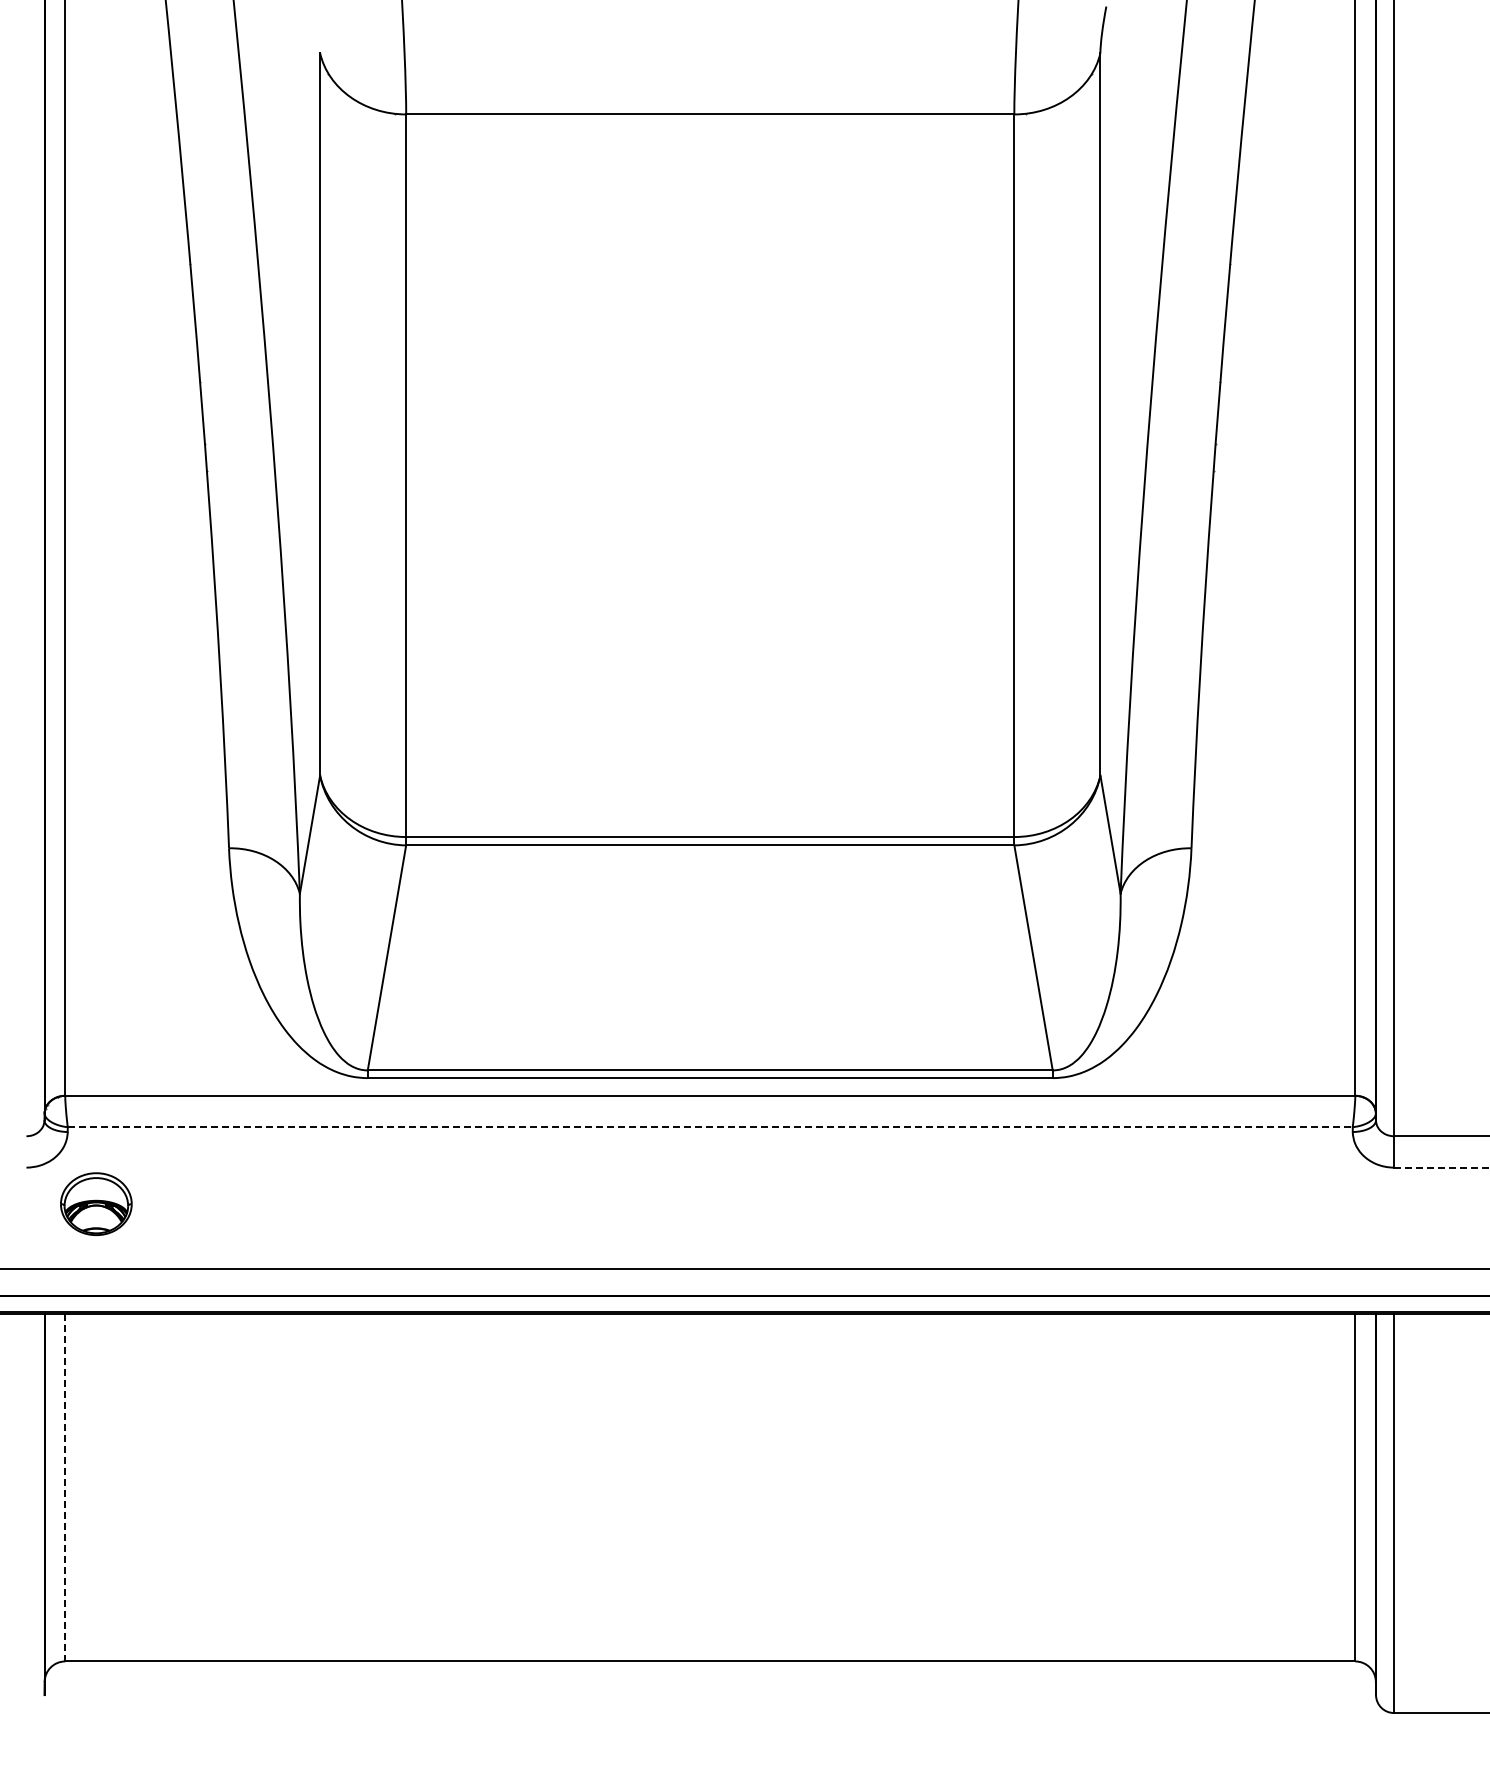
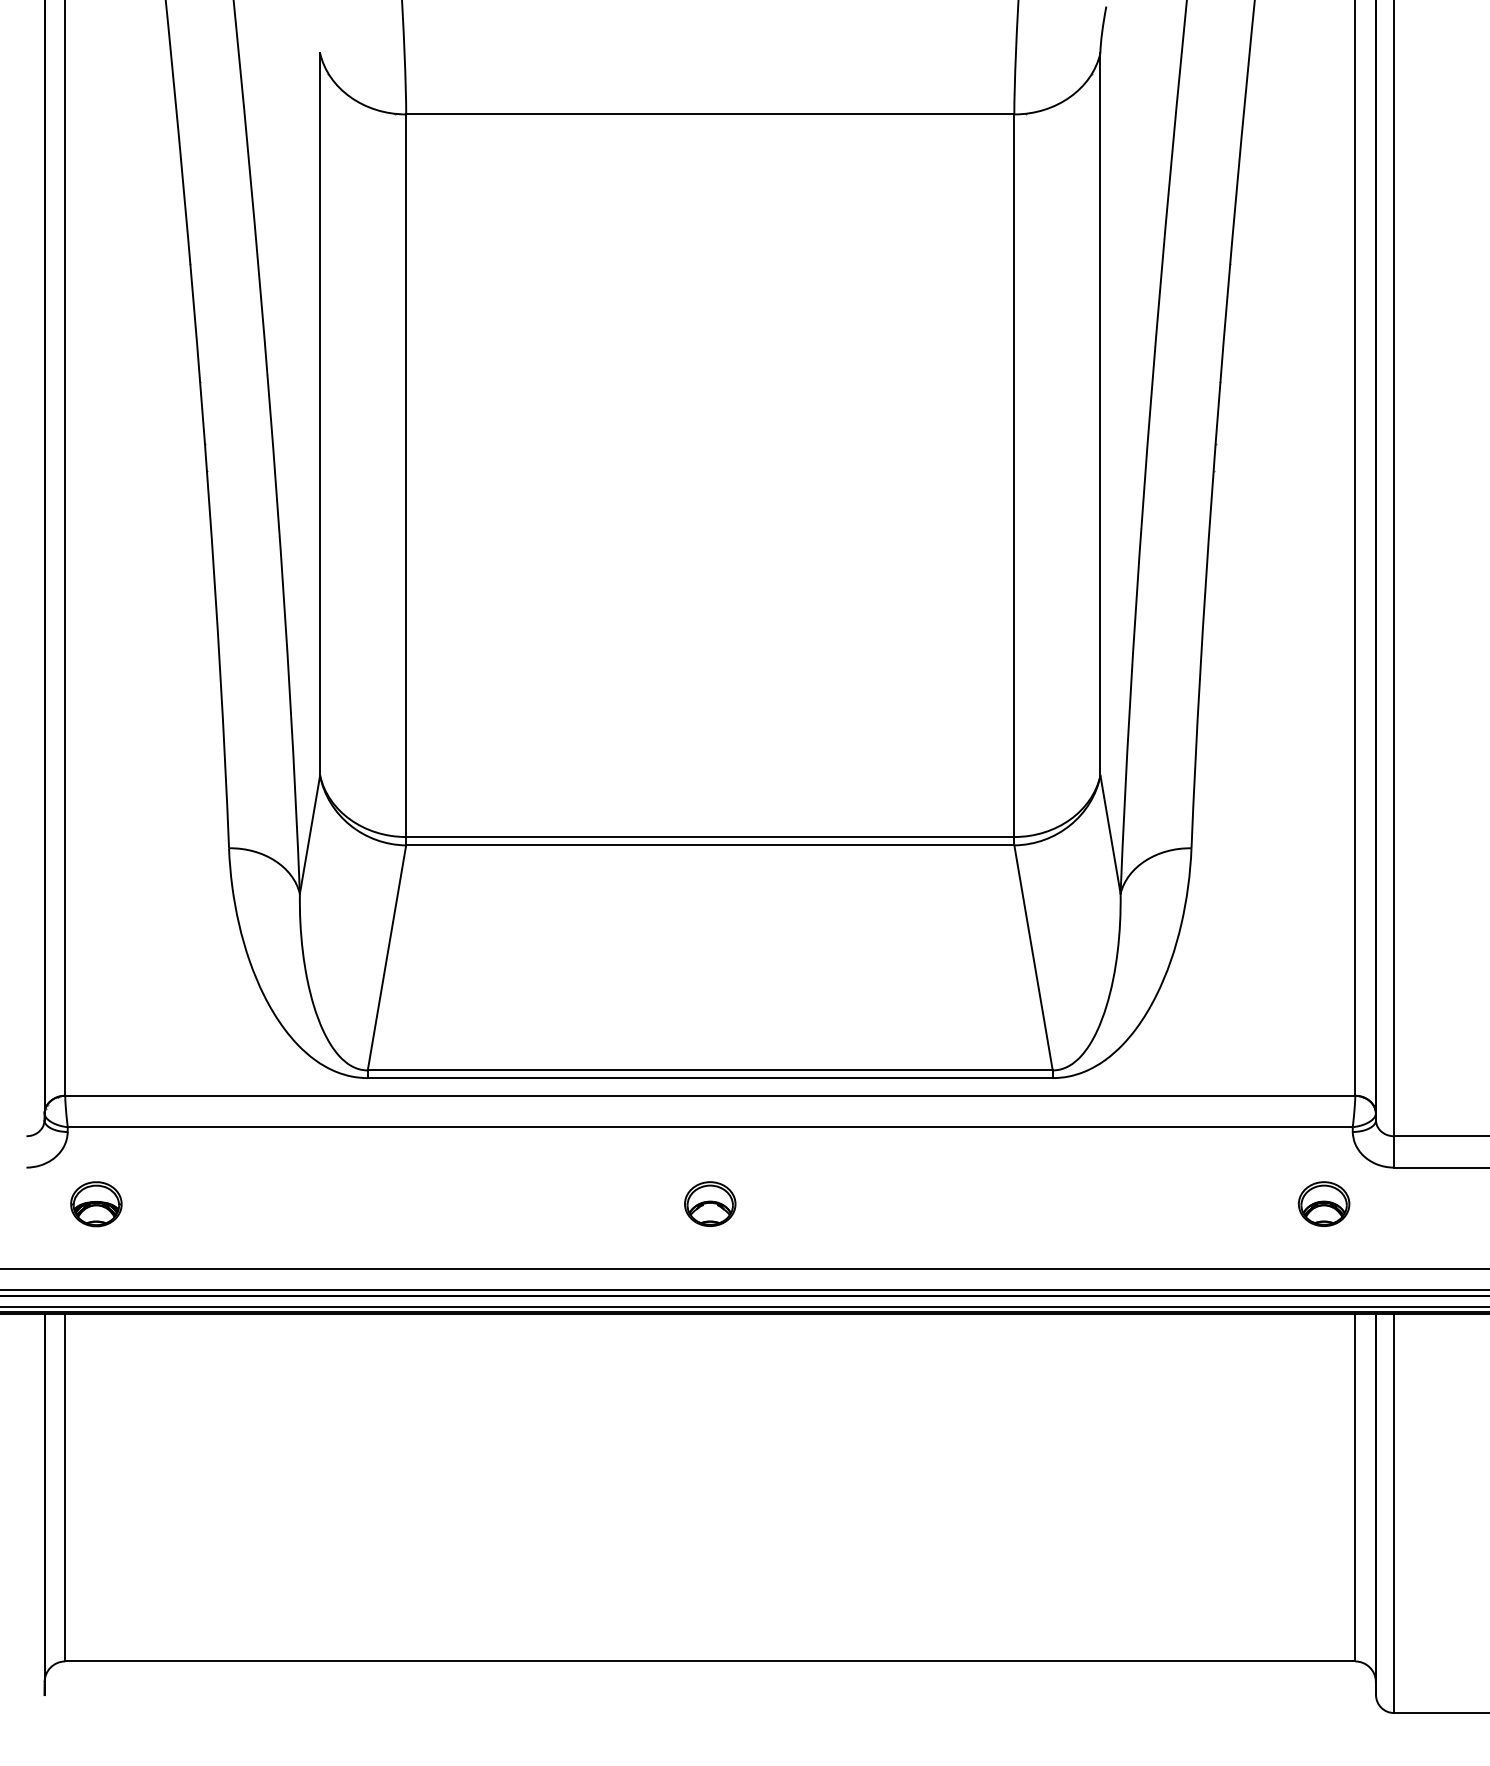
line at (710, 1127): dashed -> solid
line at (1442, 1167): dashed -> solid
part at (96, 1203) size: 73x64 px -> 53x47 px
part at (710, 1203): none -> present
part at (1324, 1203): none -> present
line at (744, 1290): none -> present
line at (744, 1307): none -> present
line at (65, 1487): dashed -> solid
